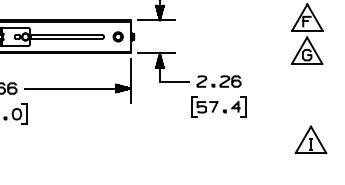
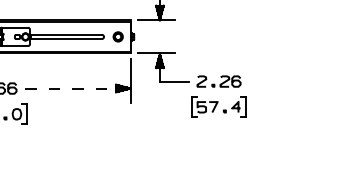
part at (306, 33): present -> none
line at (77, 88): solid -> dashed
part at (310, 139): present -> none
